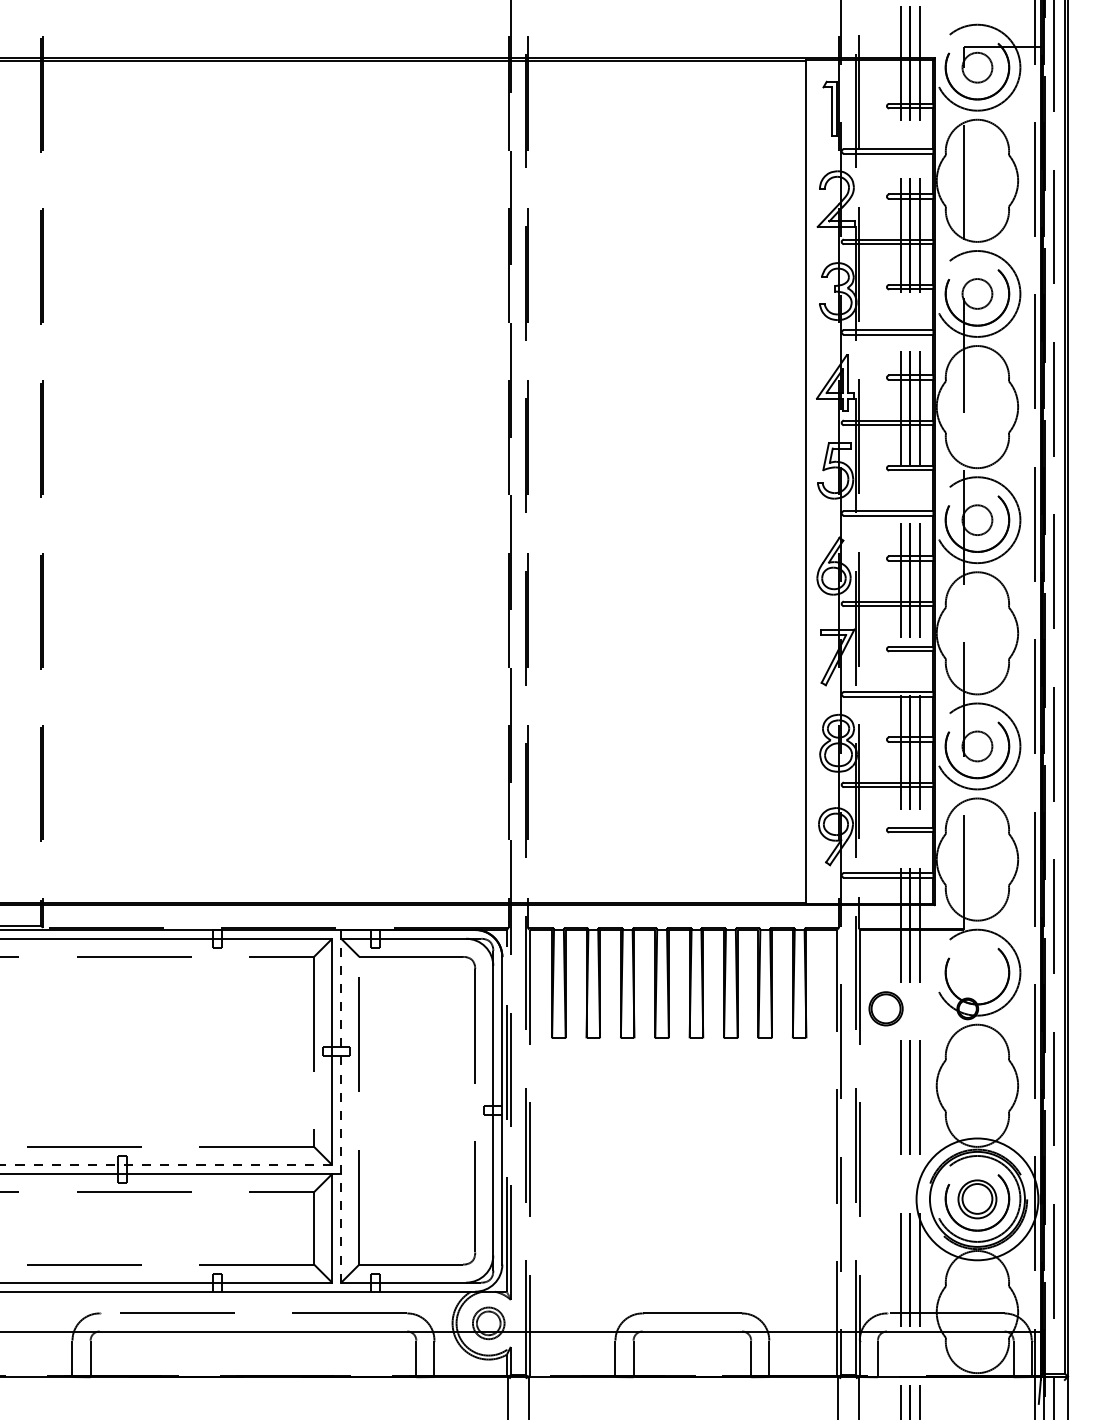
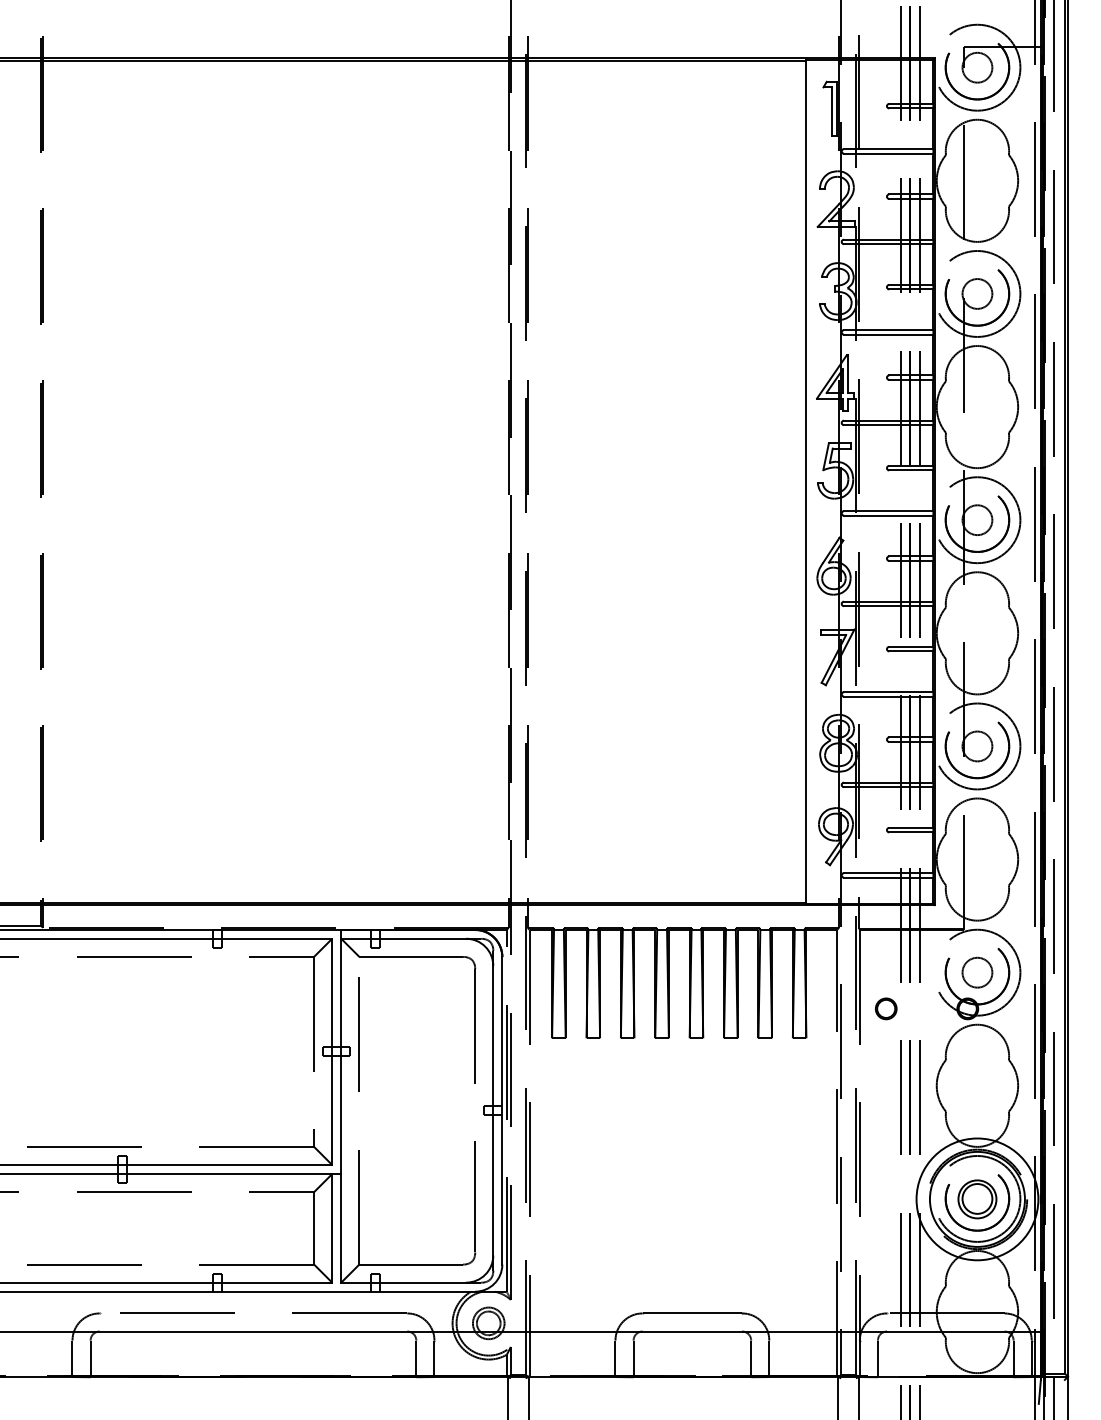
circle at (977, 972): none -> present
part at (885, 1008) size: 36x36 px -> 23x24 px
line at (341, 1110): dashed -> solid
line at (166, 1165): dashed -> solid
